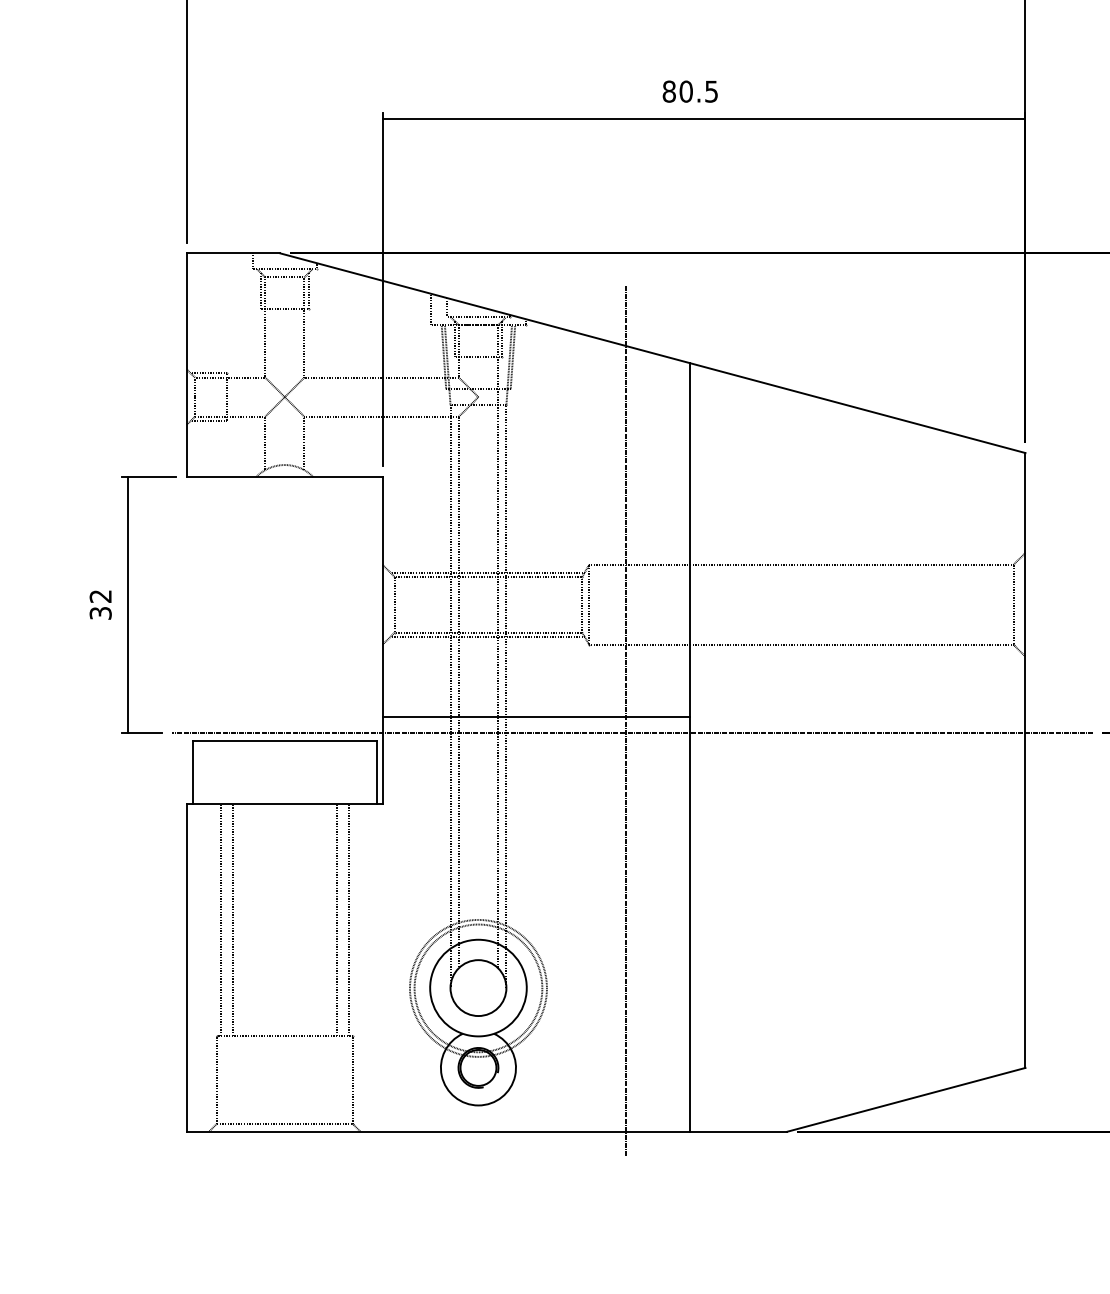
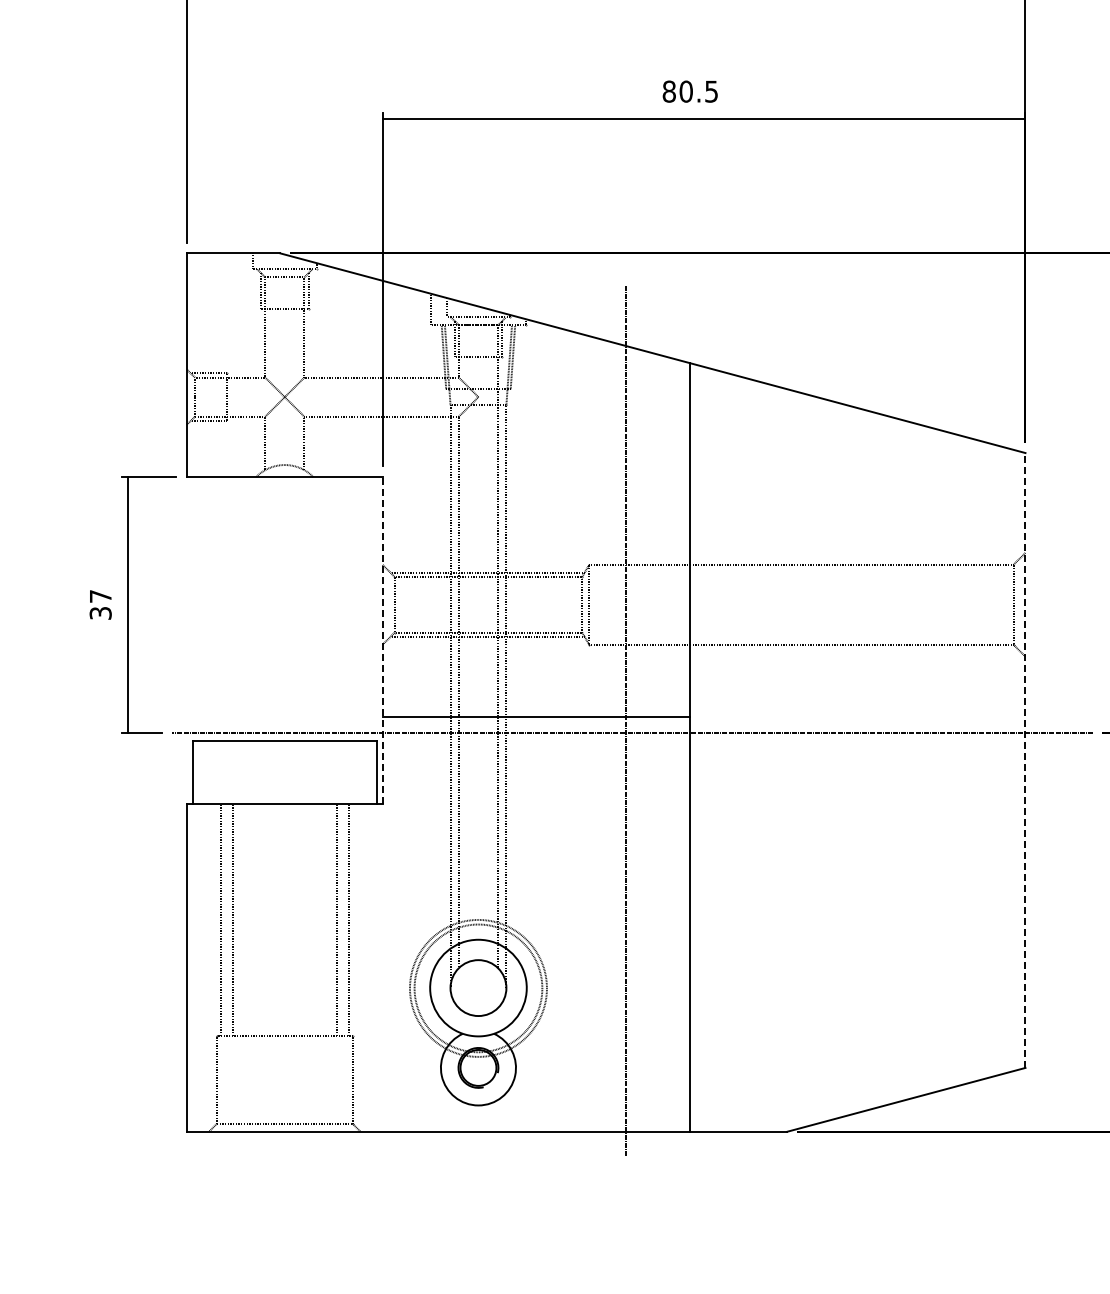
text at (100, 596): 32 -> 37
line at (382, 640): solid -> dashed
line at (1025, 759): solid -> dashed
